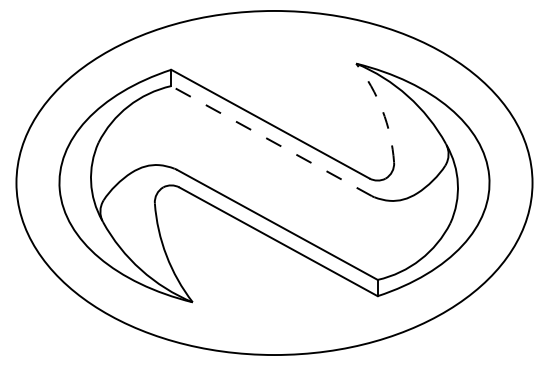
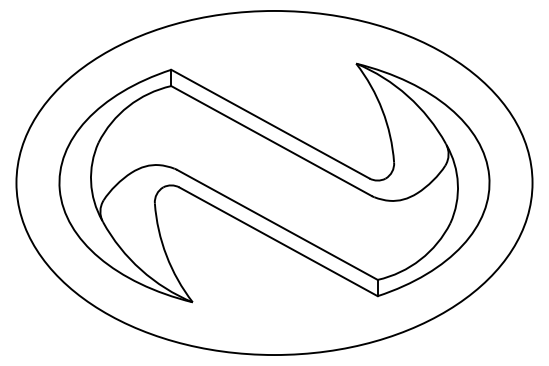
arc at (382, 110): dashed -> solid
line at (271, 140): dashed -> solid
